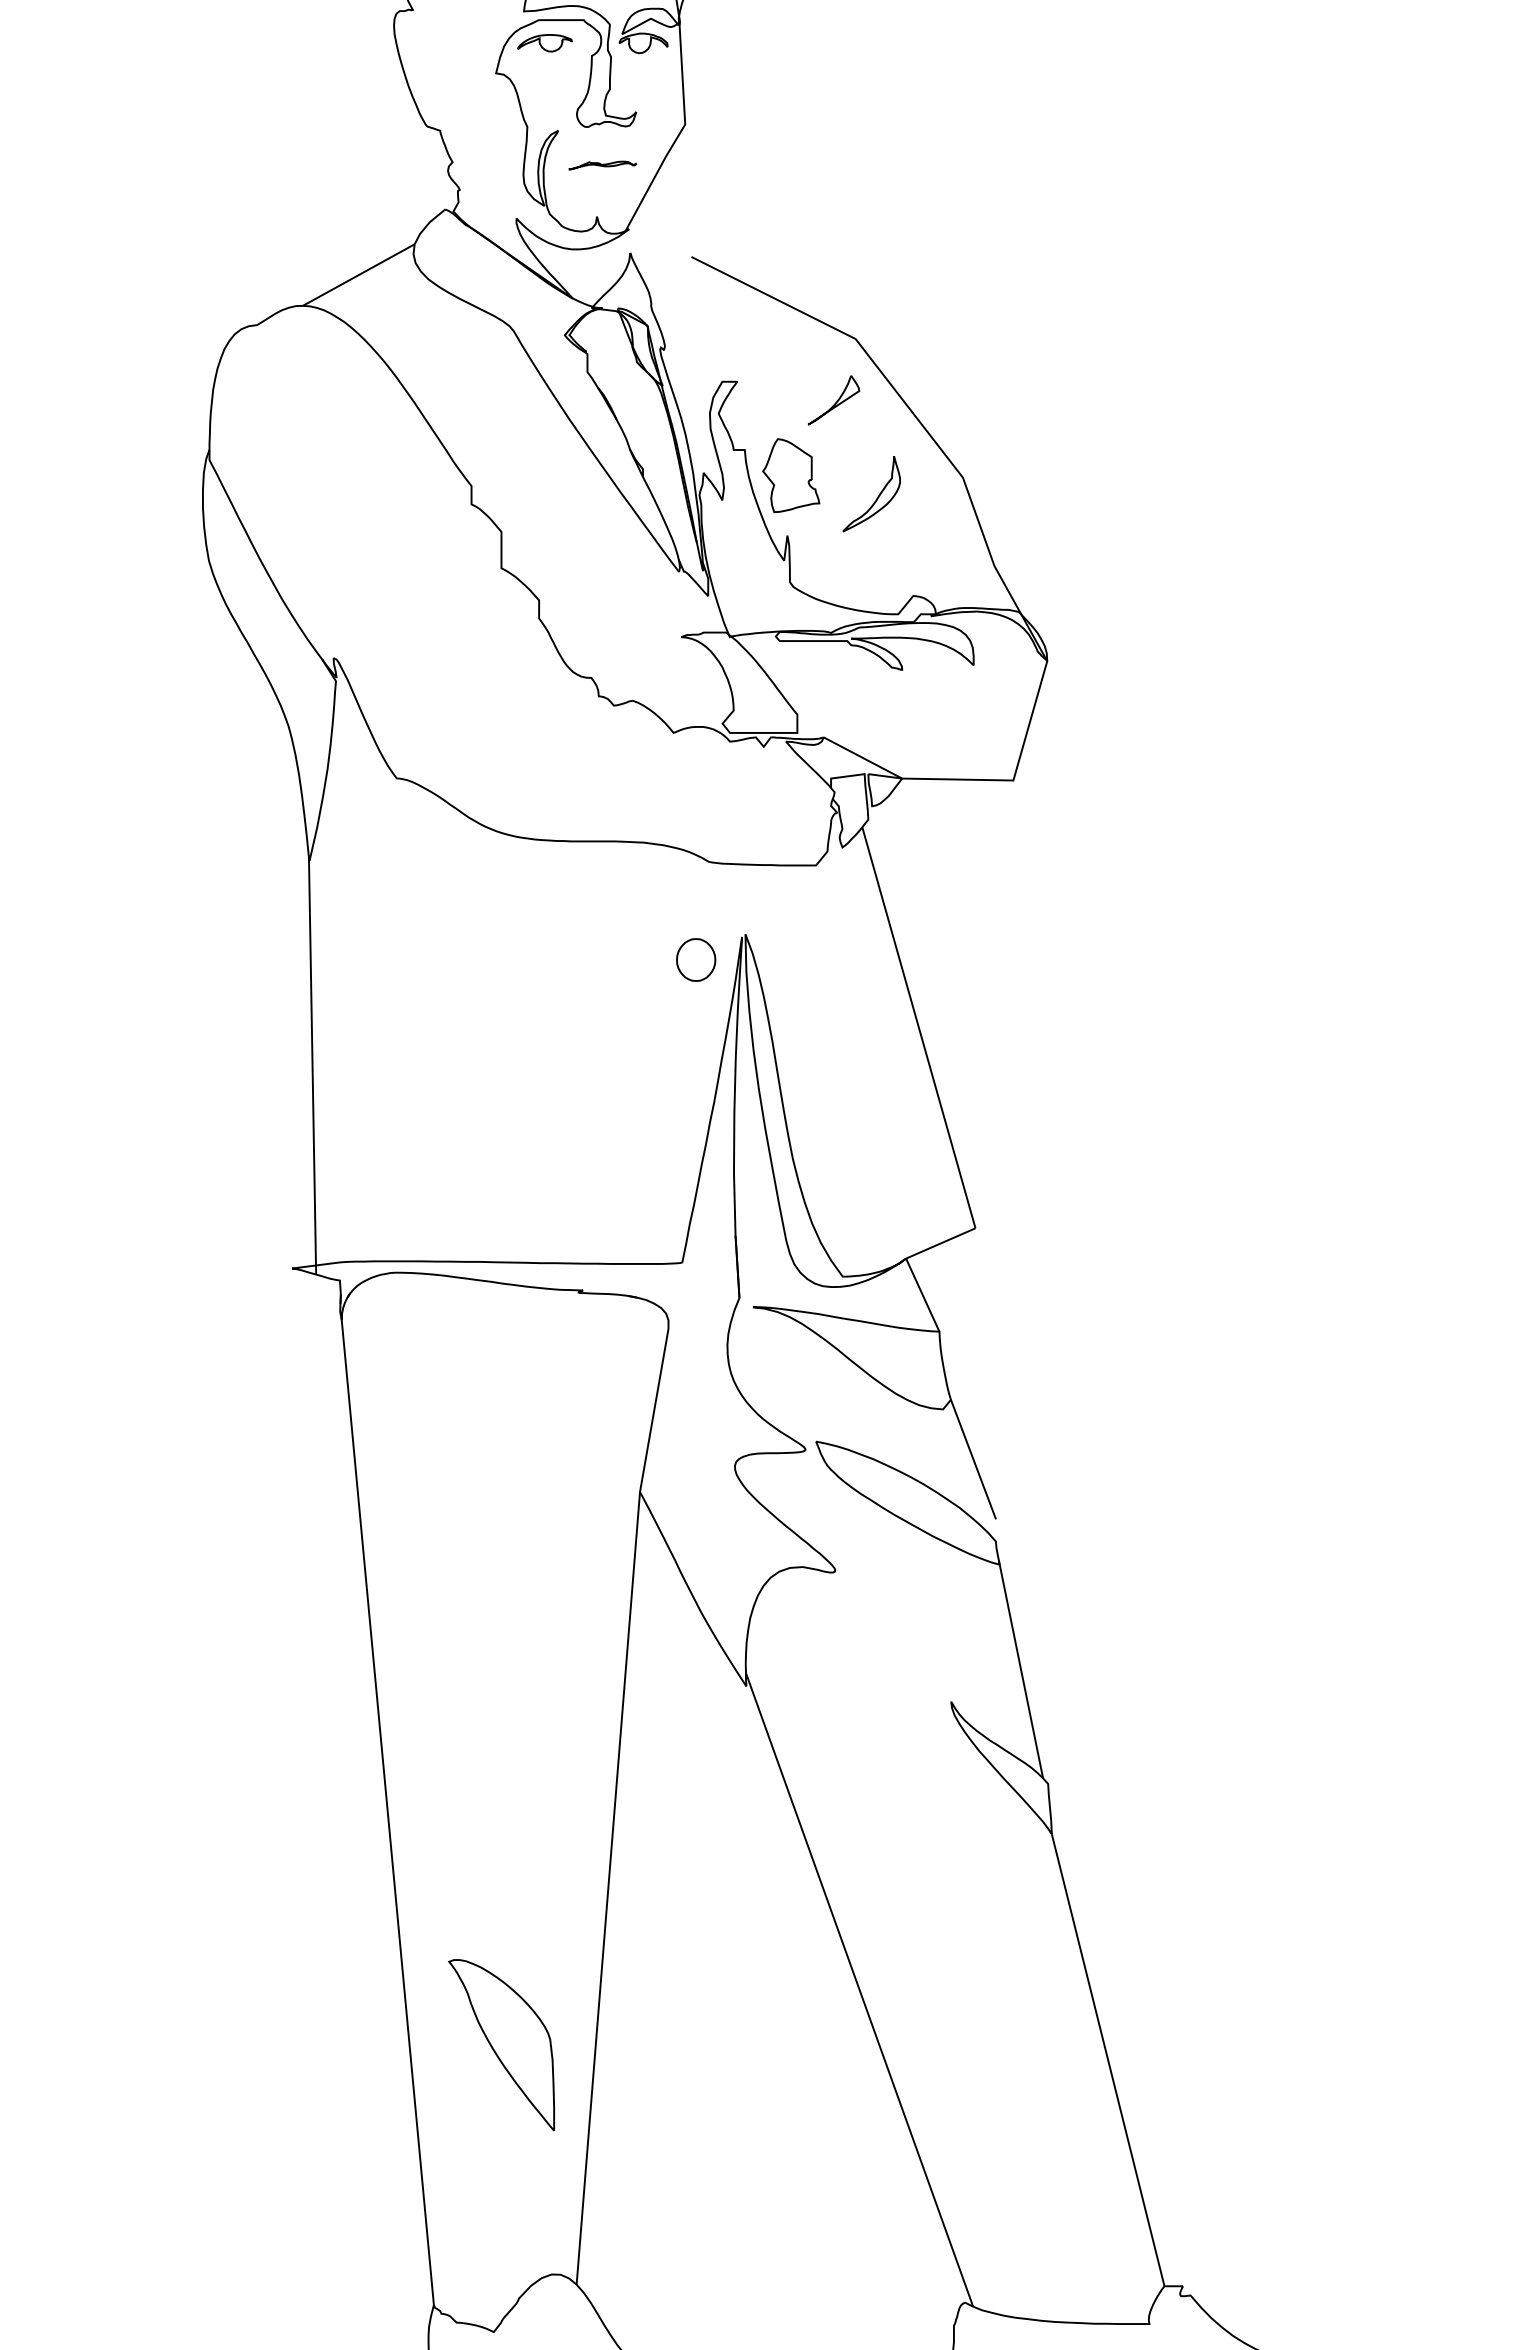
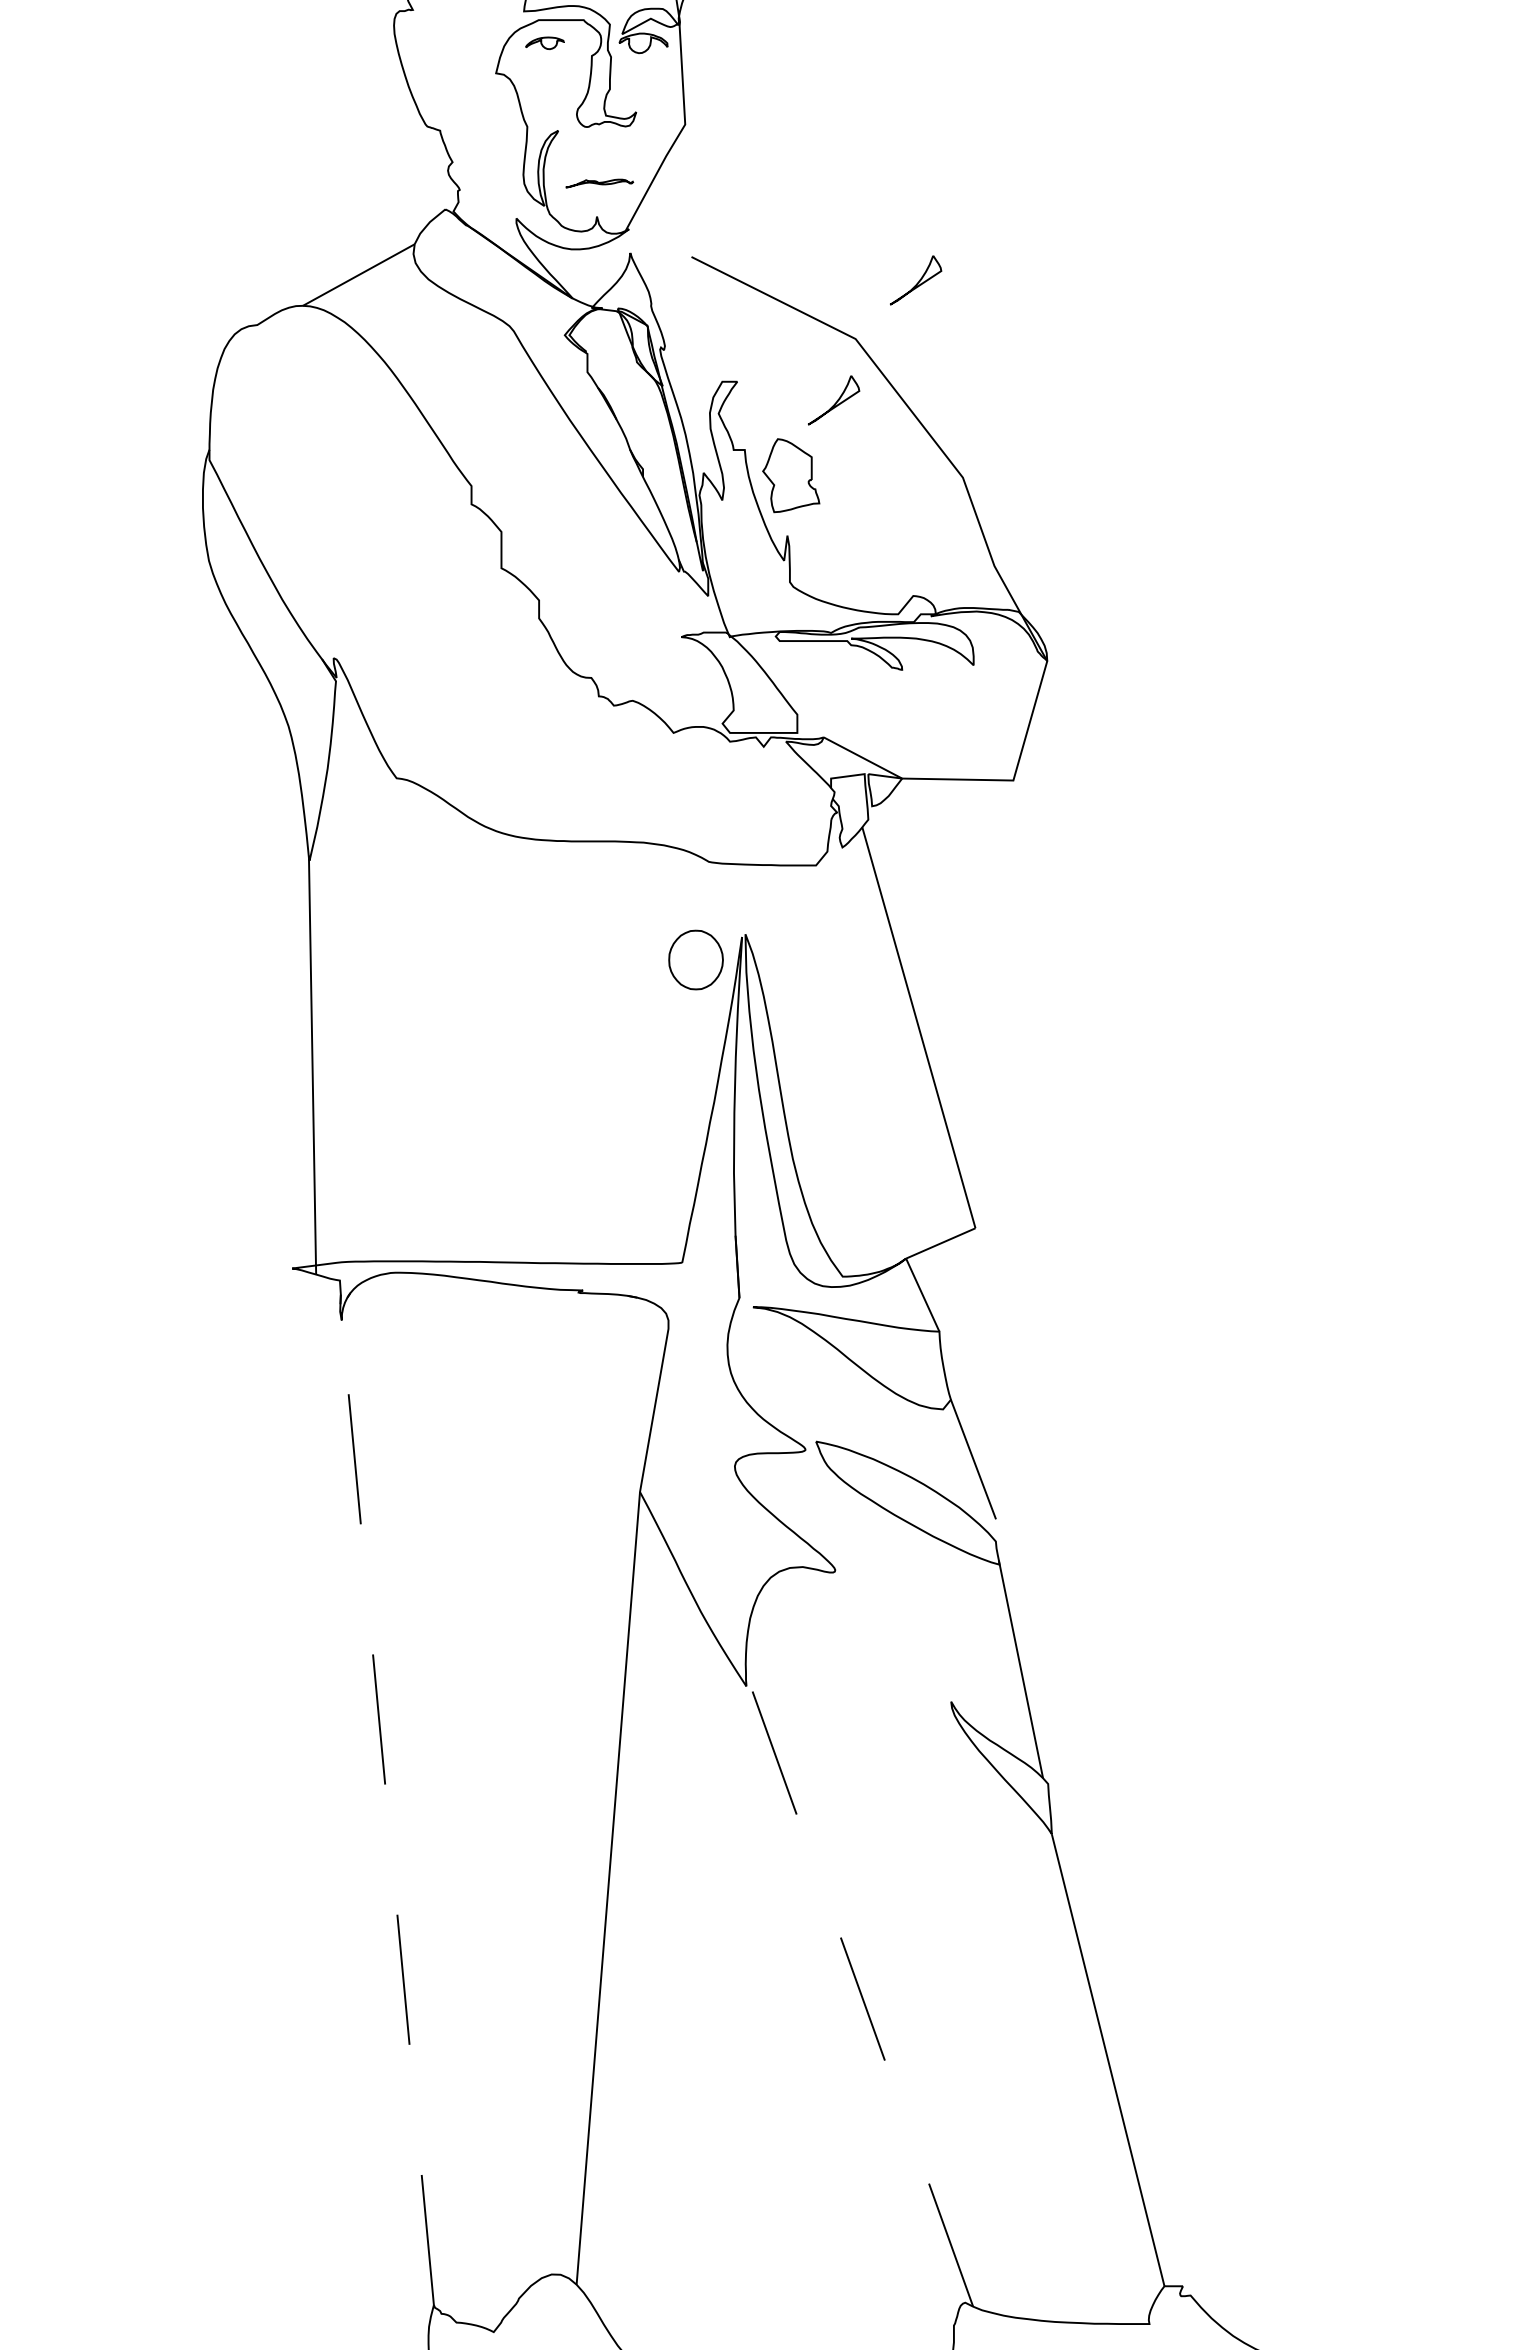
part at (544, 43) size: 56x19 px -> 40x14 px
part at (602, 165) position: (602, 165) -> (599, 183)
part at (916, 280): none -> present
part at (877, 496): present -> none
part at (696, 959) size: 41x44 px -> 56x62 px
line at (387, 1812): solid -> dashed
line at (859, 1989): solid -> dashed
part at (501, 2045): present -> none
